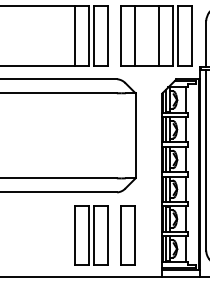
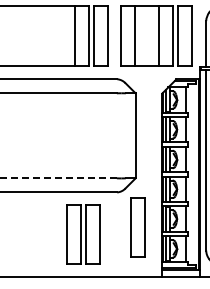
line at (58, 178): solid -> dashed
part at (91, 235) position: (91, 235) -> (83, 234)
part at (127, 235) position: (127, 235) -> (137, 227)
